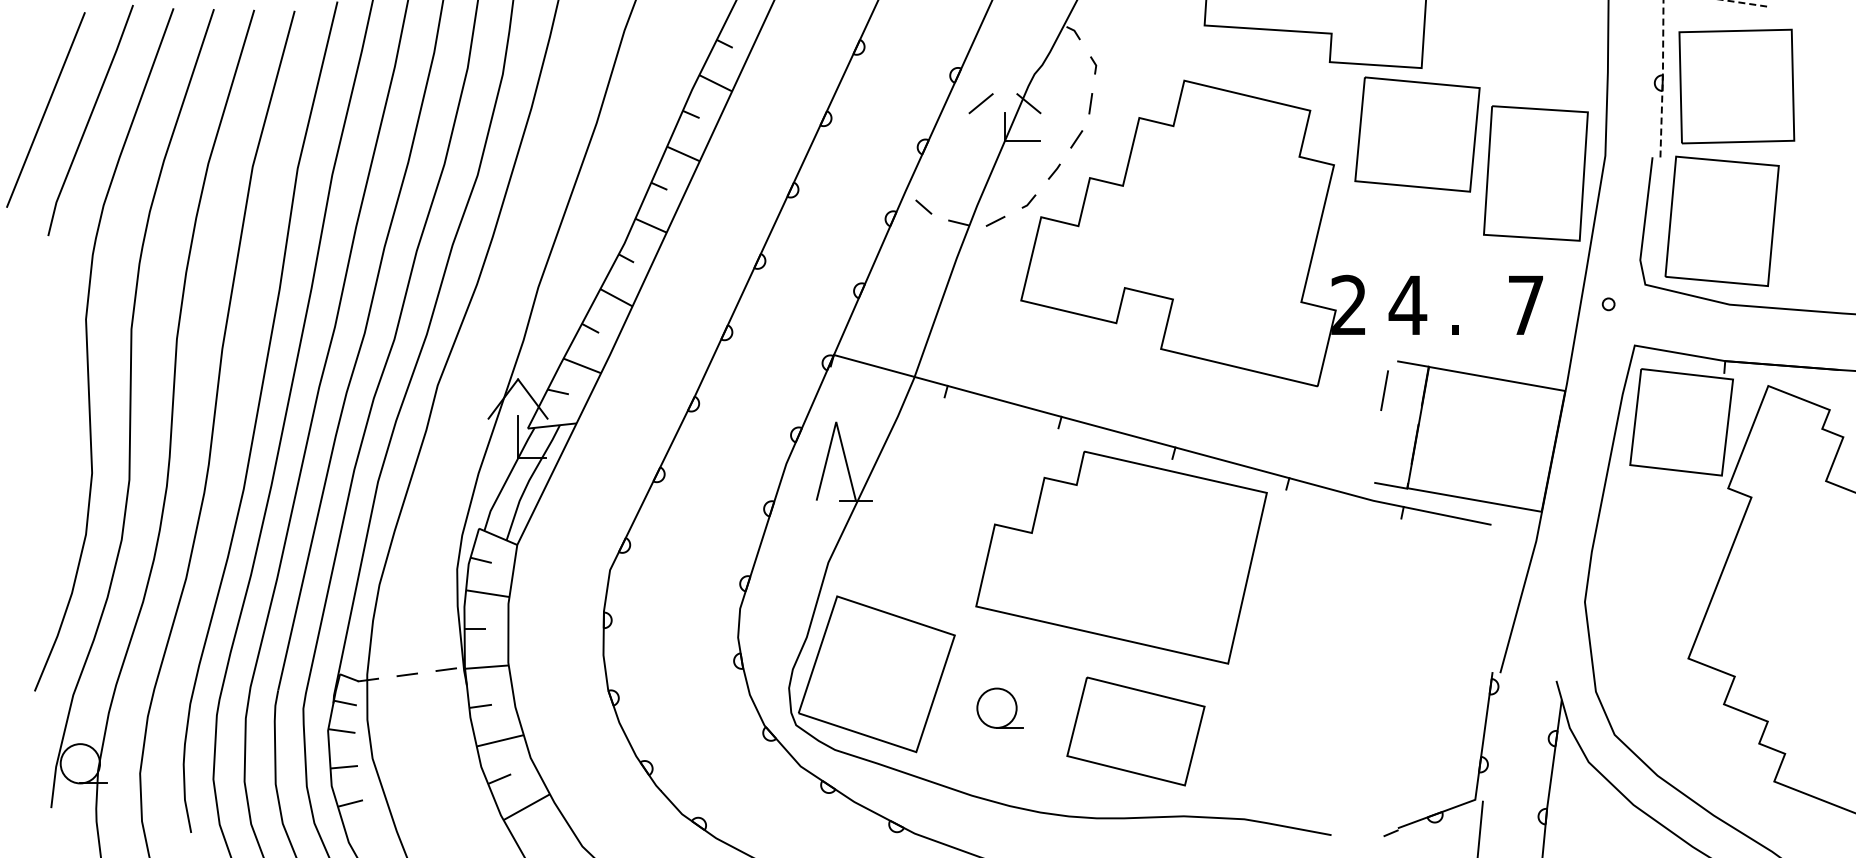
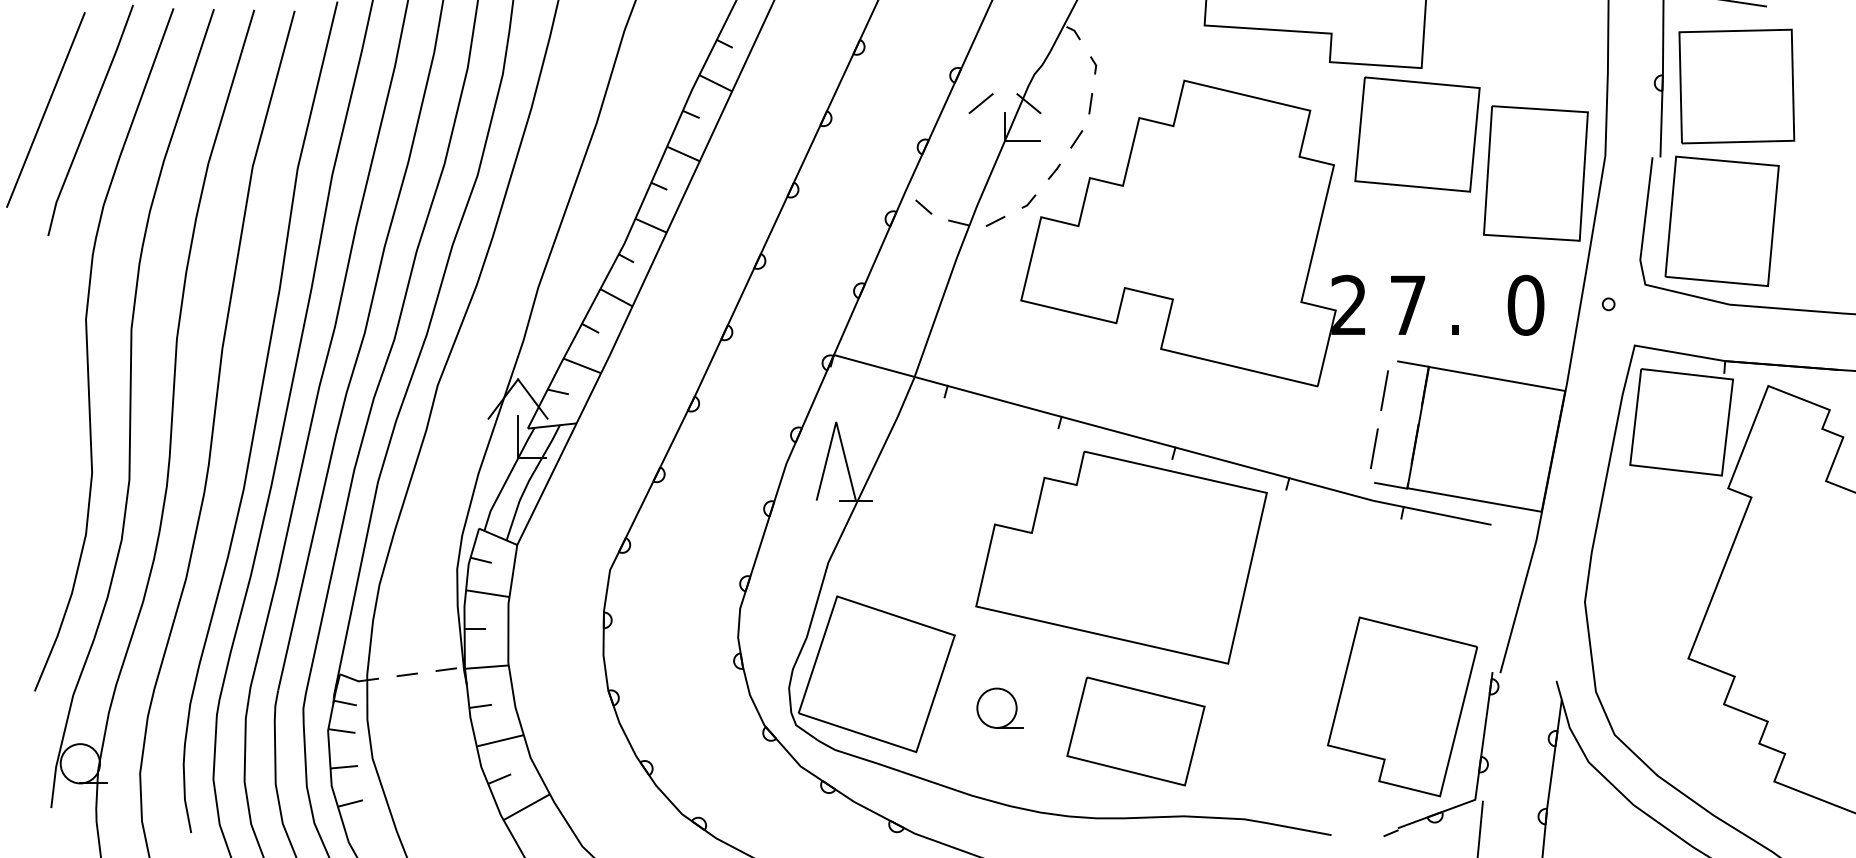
line at (1663, 56): dashed -> solid
text at (1407, 304): 4 -> 7
text at (1525, 304): 7 -> 0
line at (1373, 448): none -> present
part at (1402, 706): none -> present
